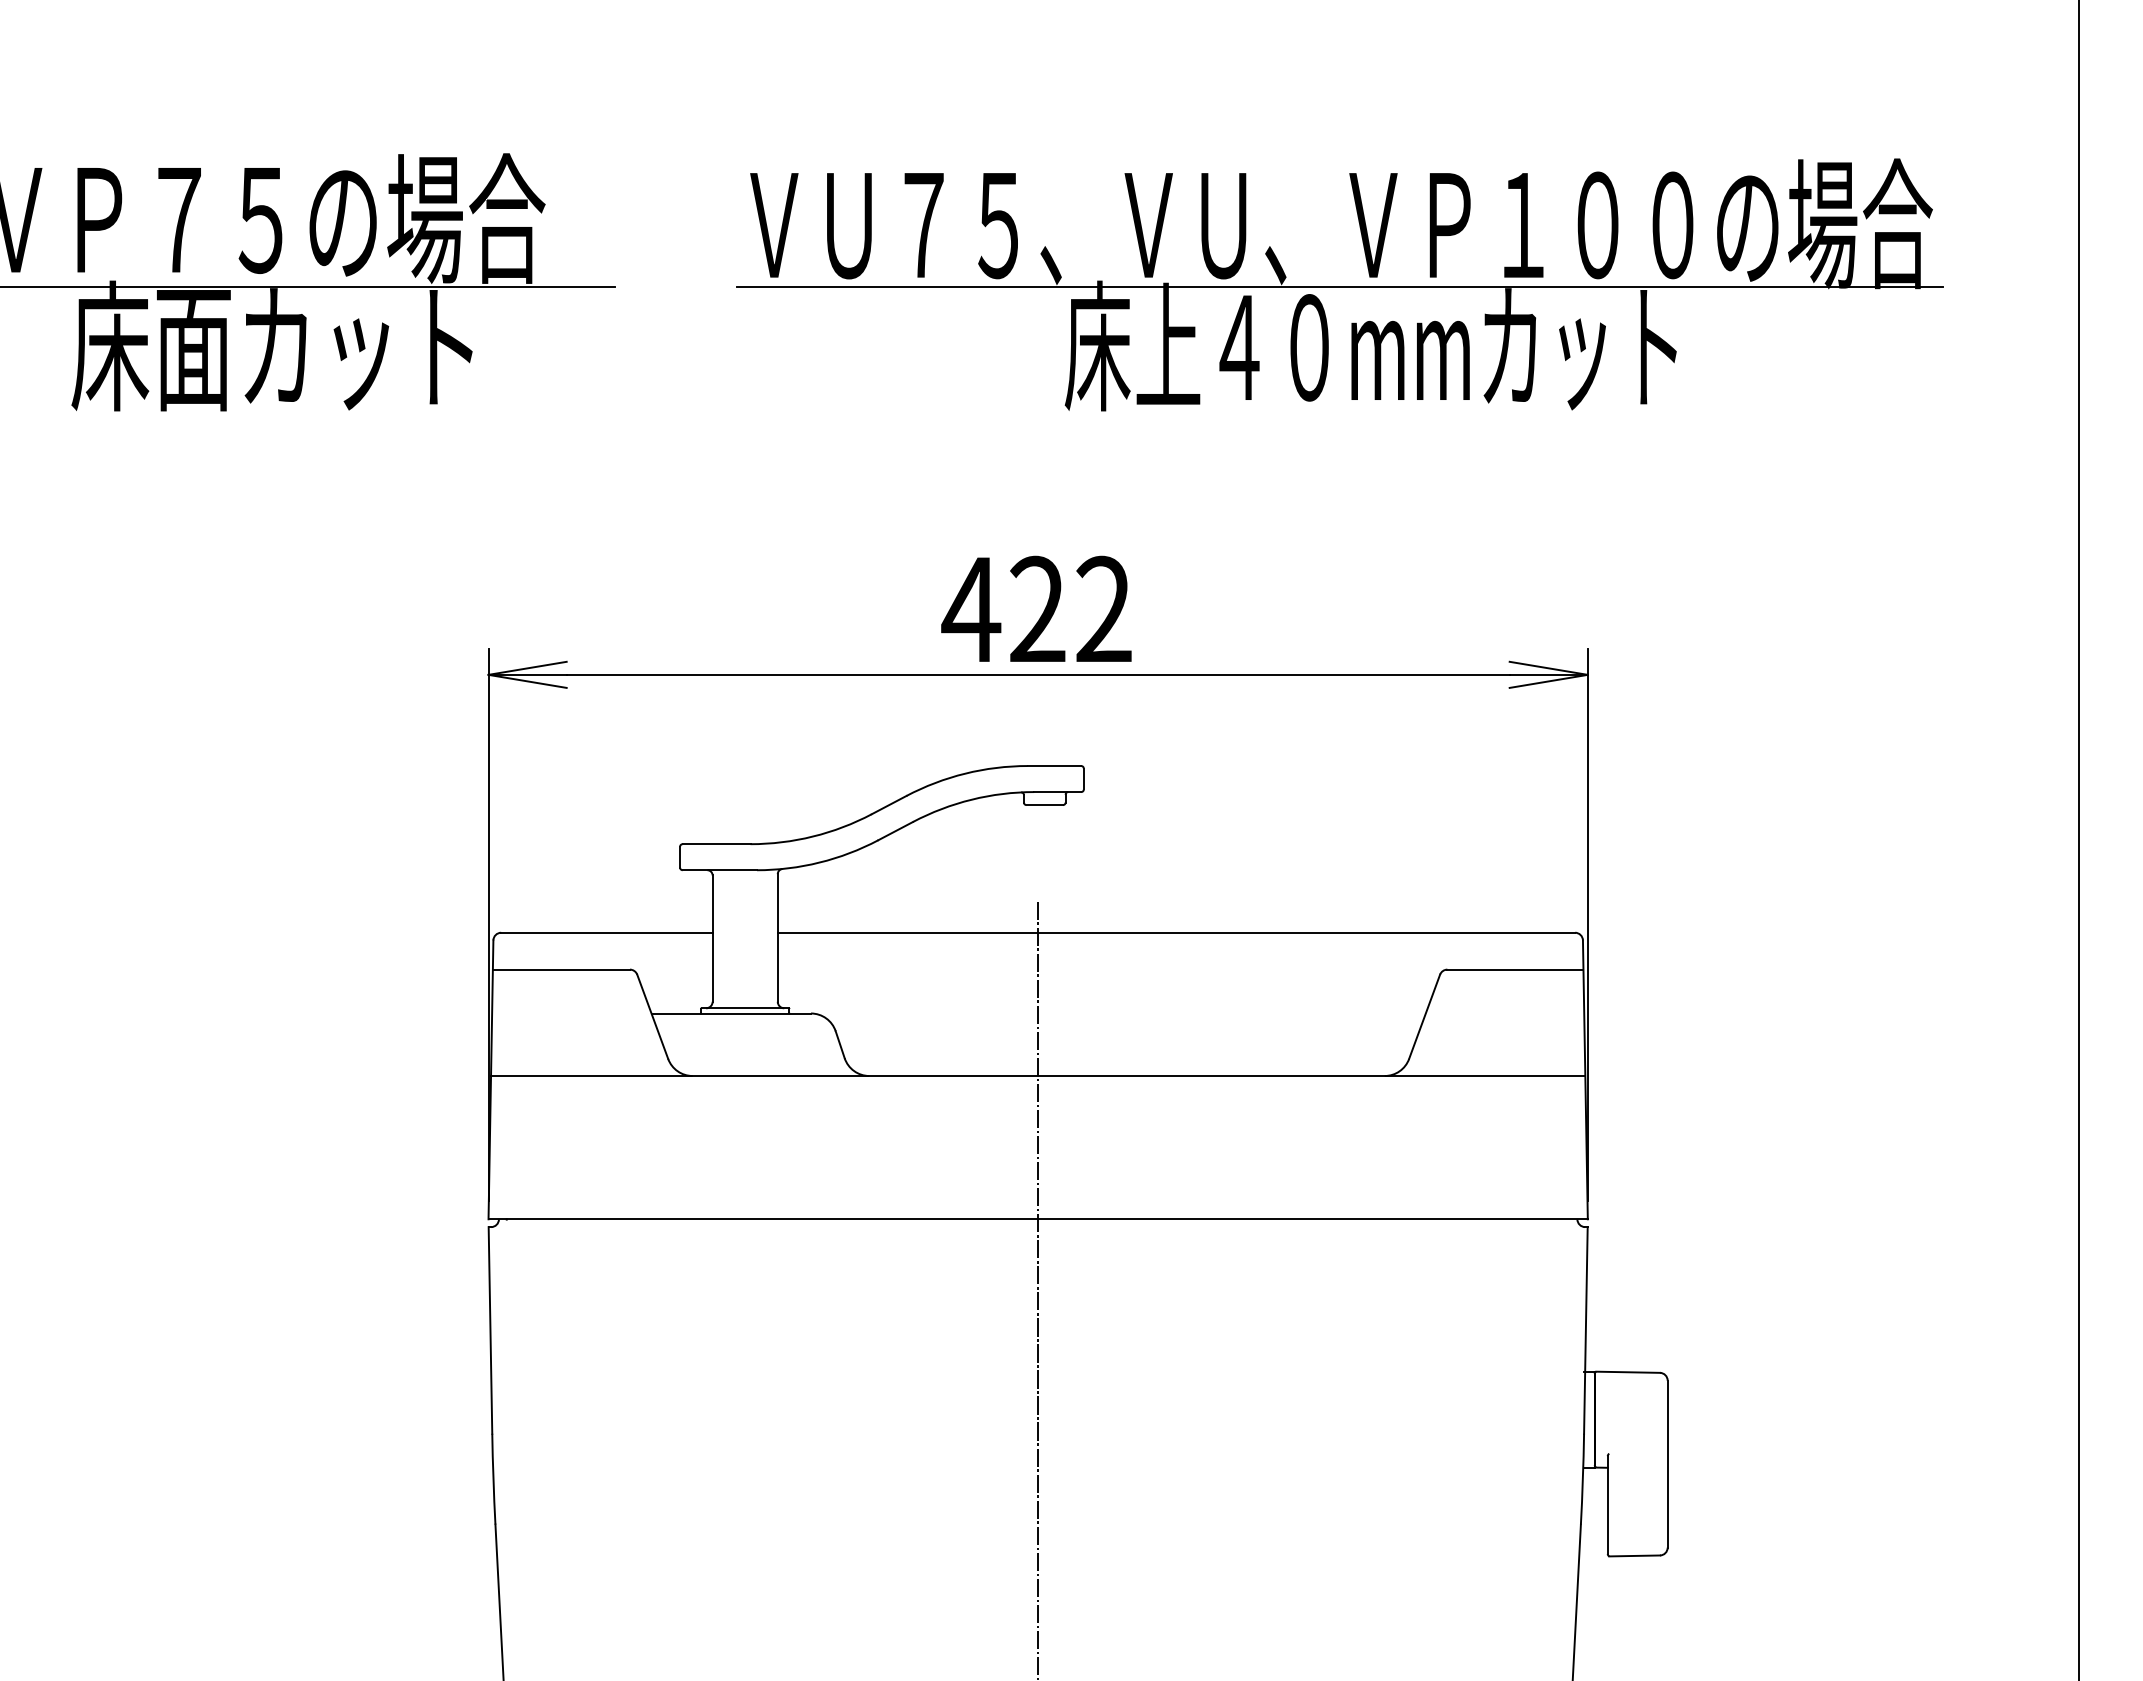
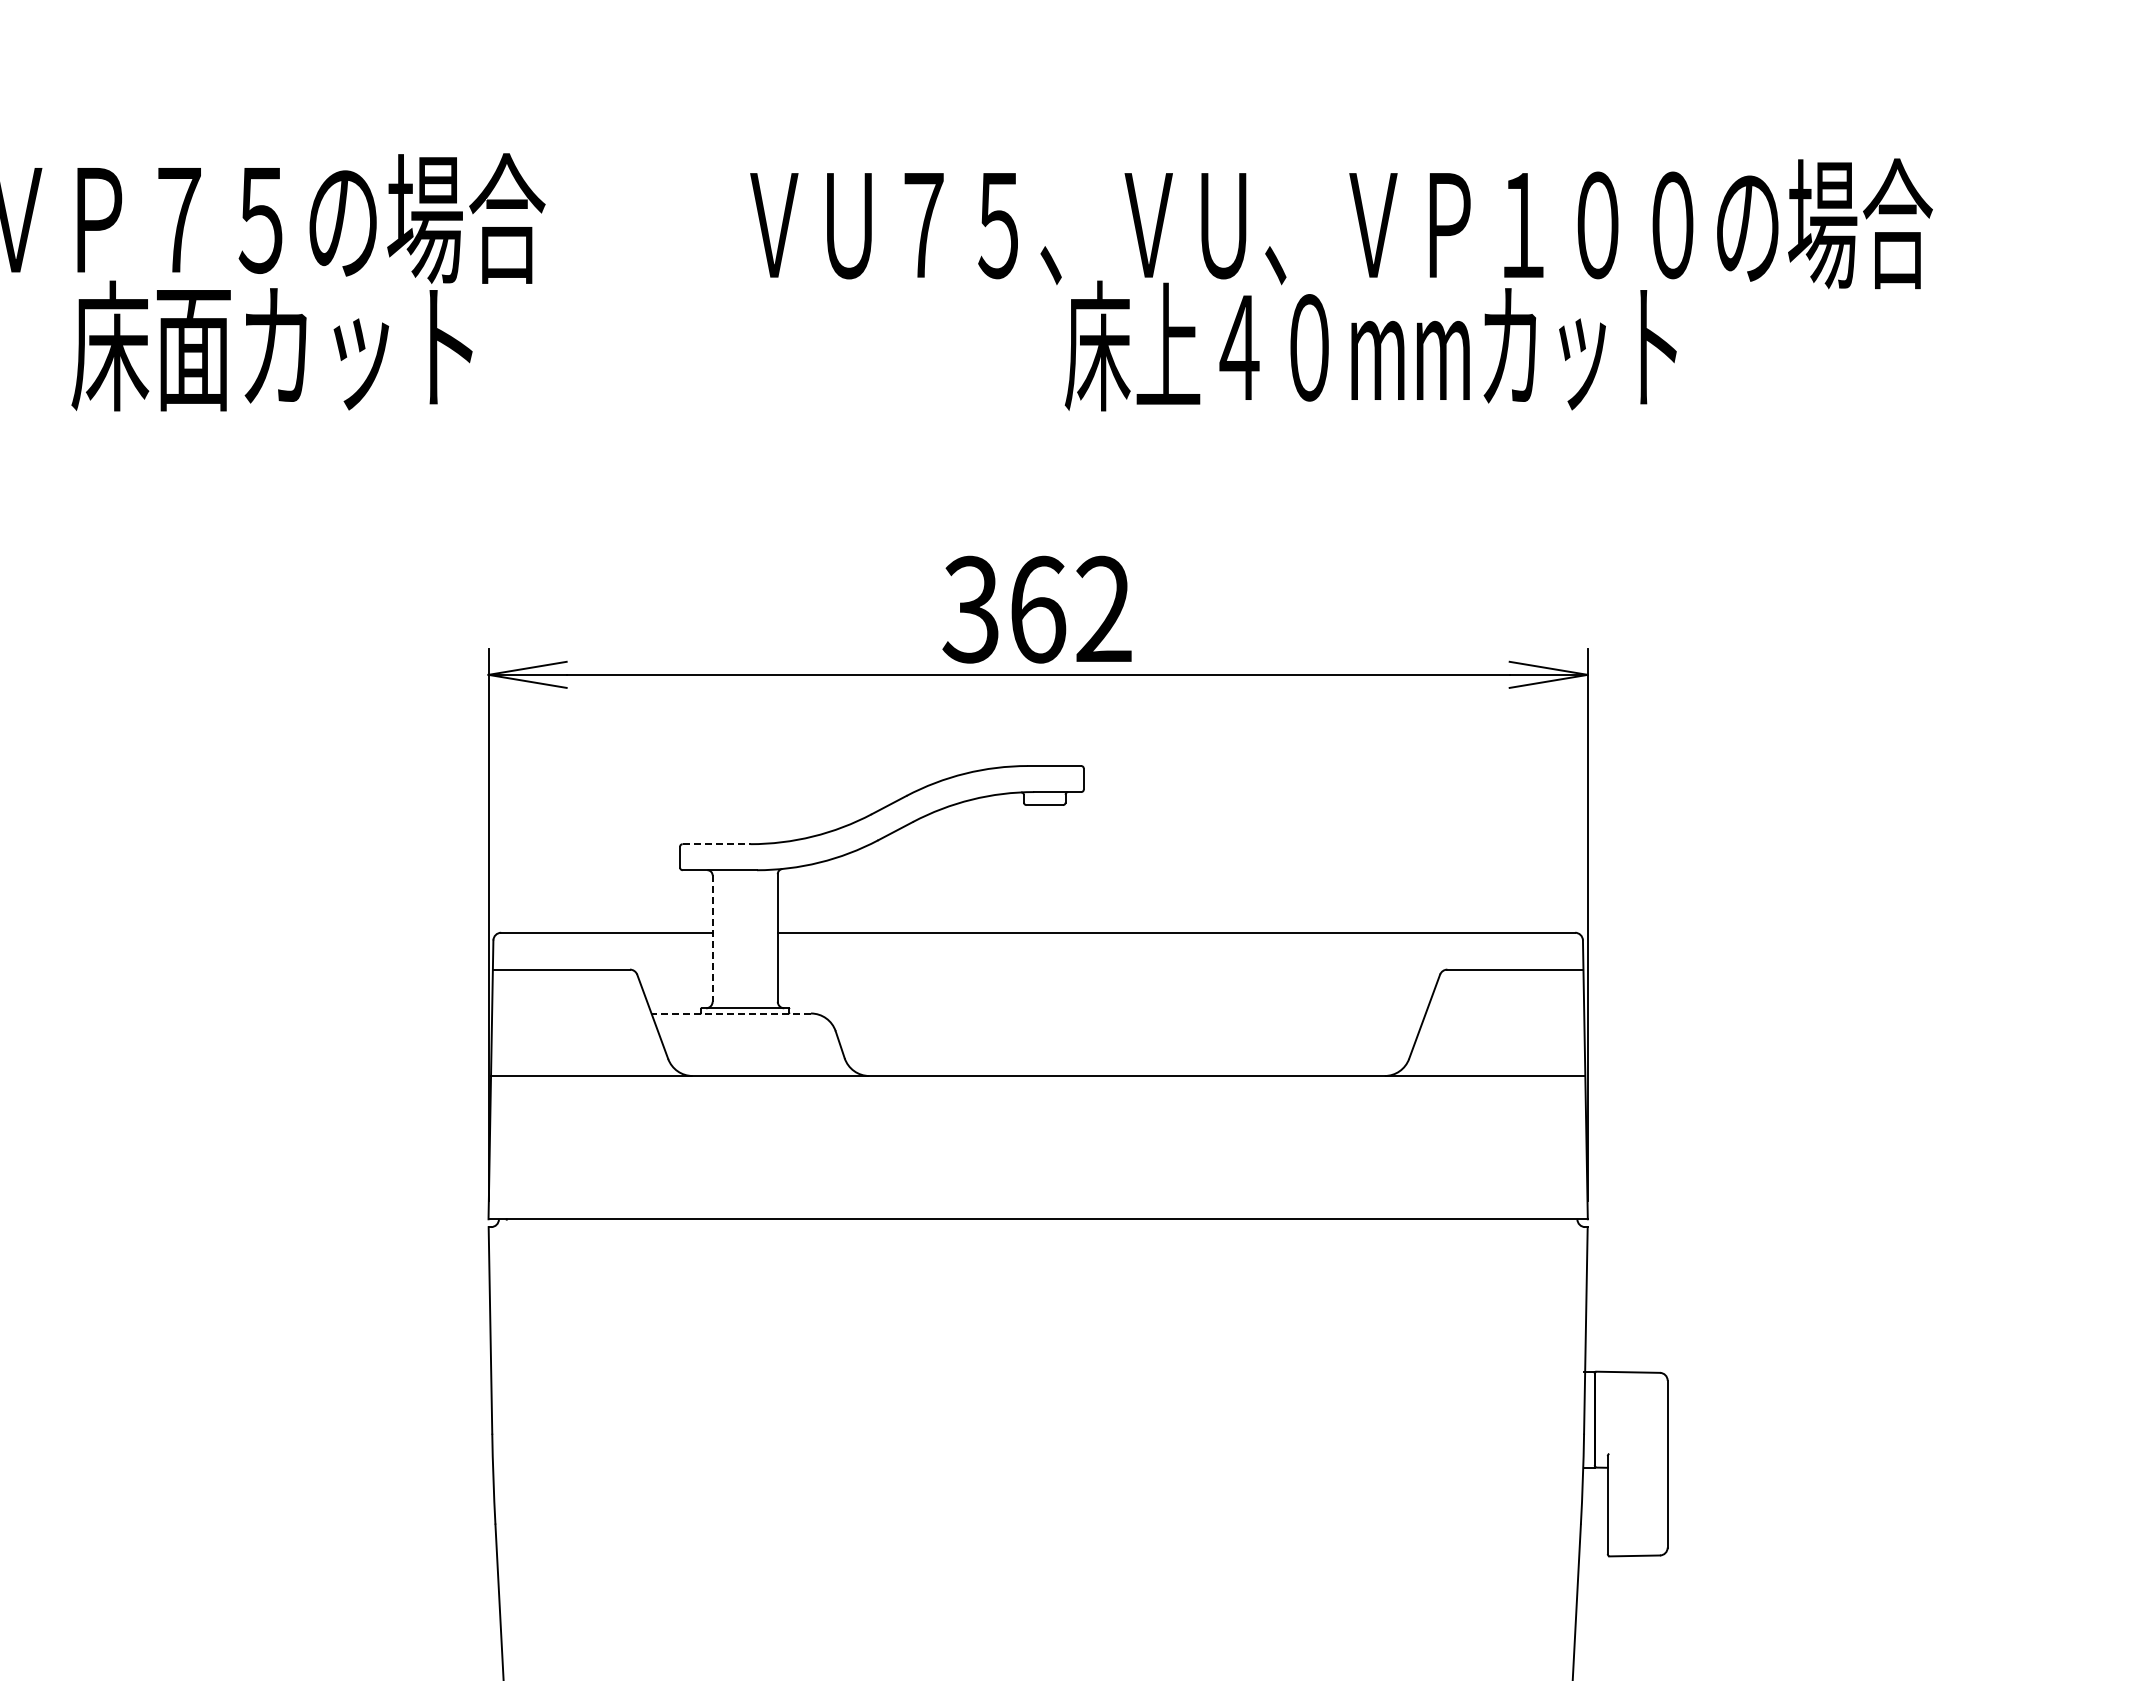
line at (308, 286): present -> none
line at (1340, 286): present -> none
text at (1003, 609): 422 -> 362
line at (2078, 839): present -> none
line at (716, 844): solid -> dashed
line at (712, 939): solid -> dashed
line at (731, 1013): solid -> dashed
line at (1038, 1289): present -> none
